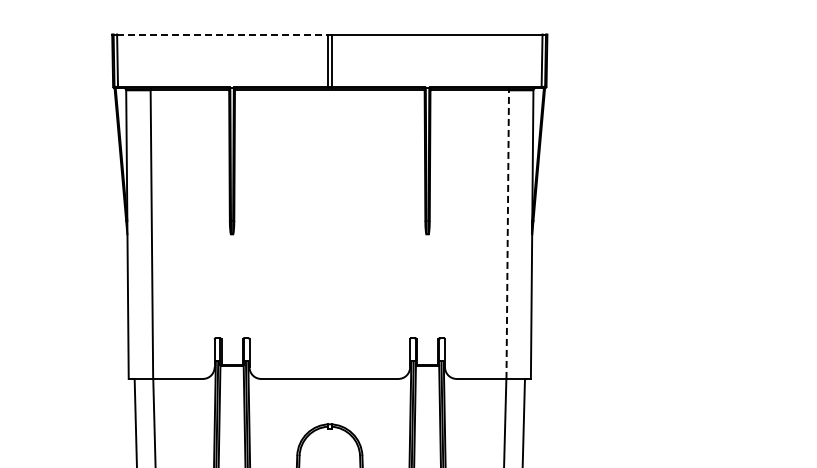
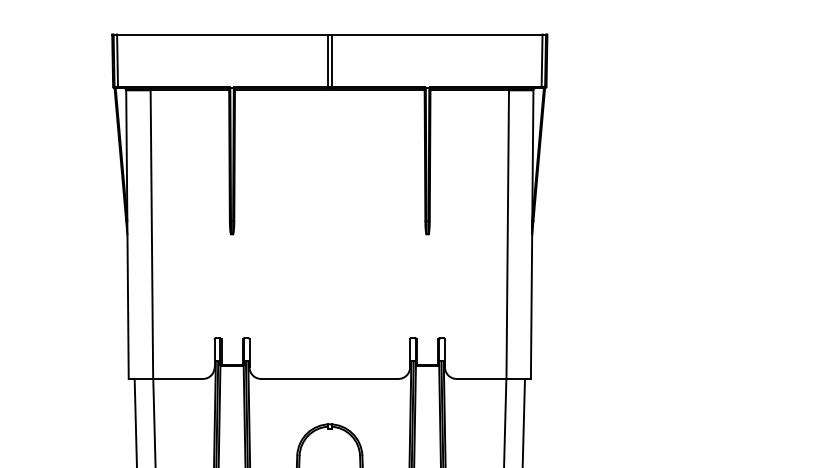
line at (222, 34): dashed -> solid
line at (507, 234): dashed -> solid
